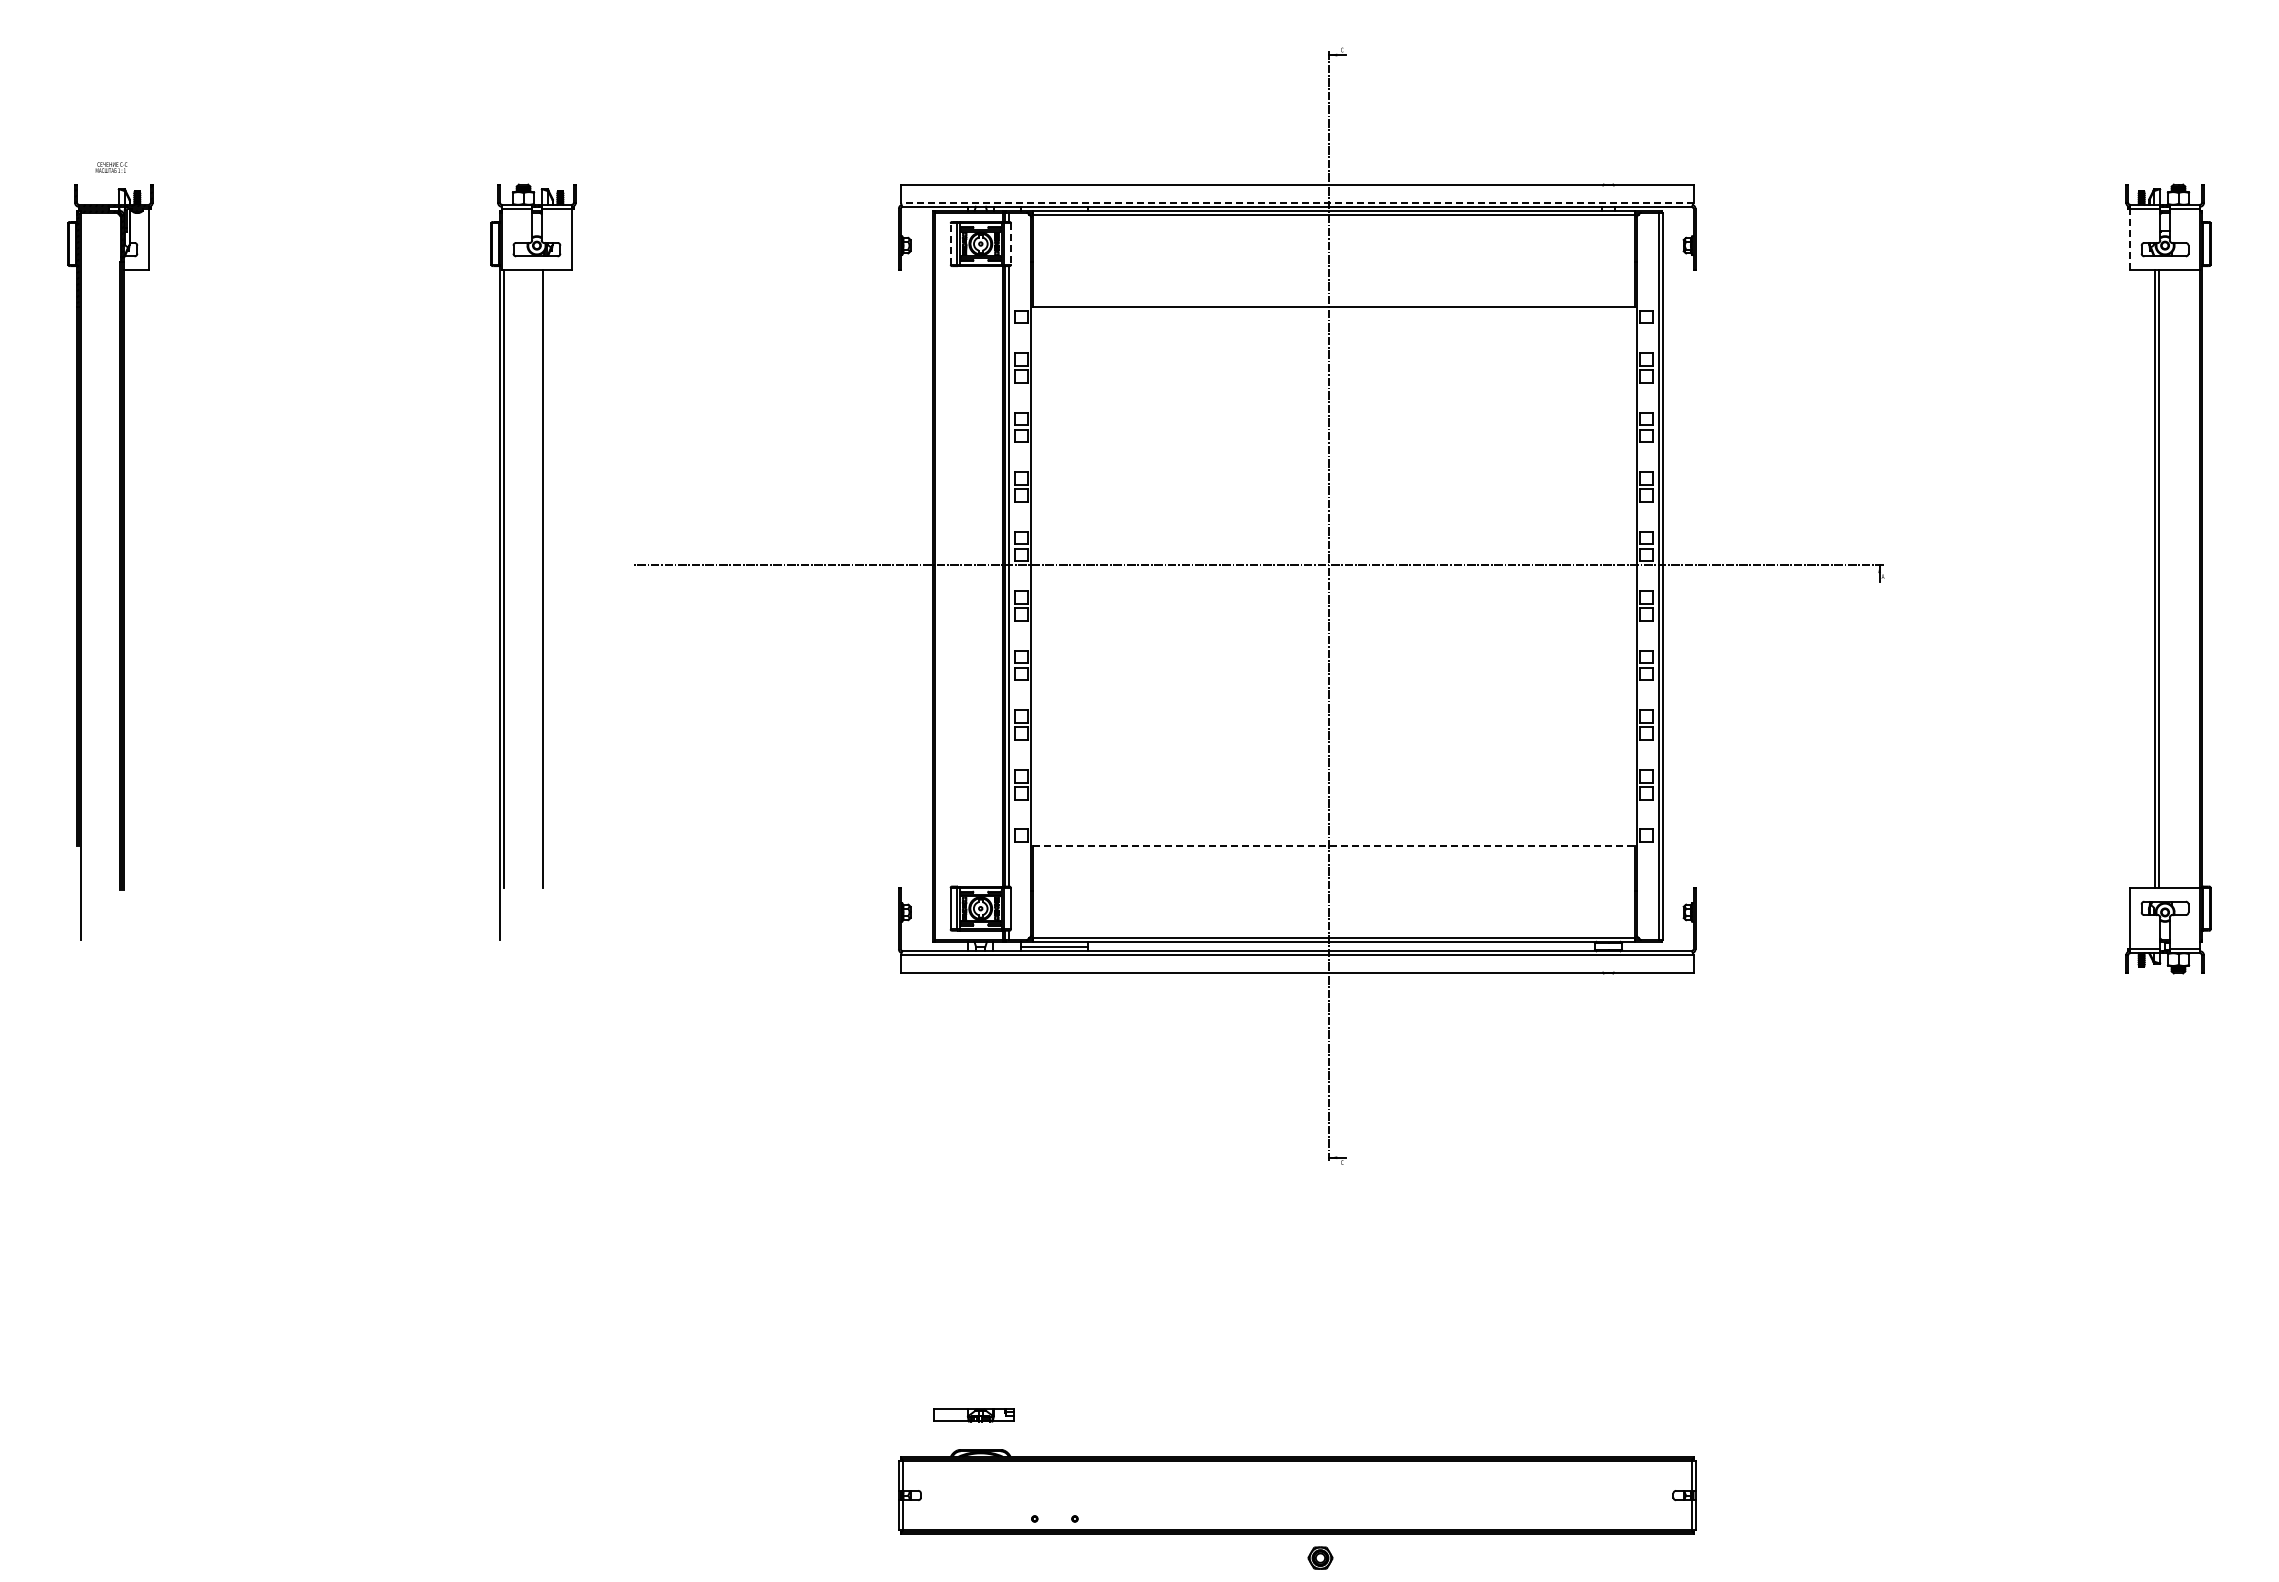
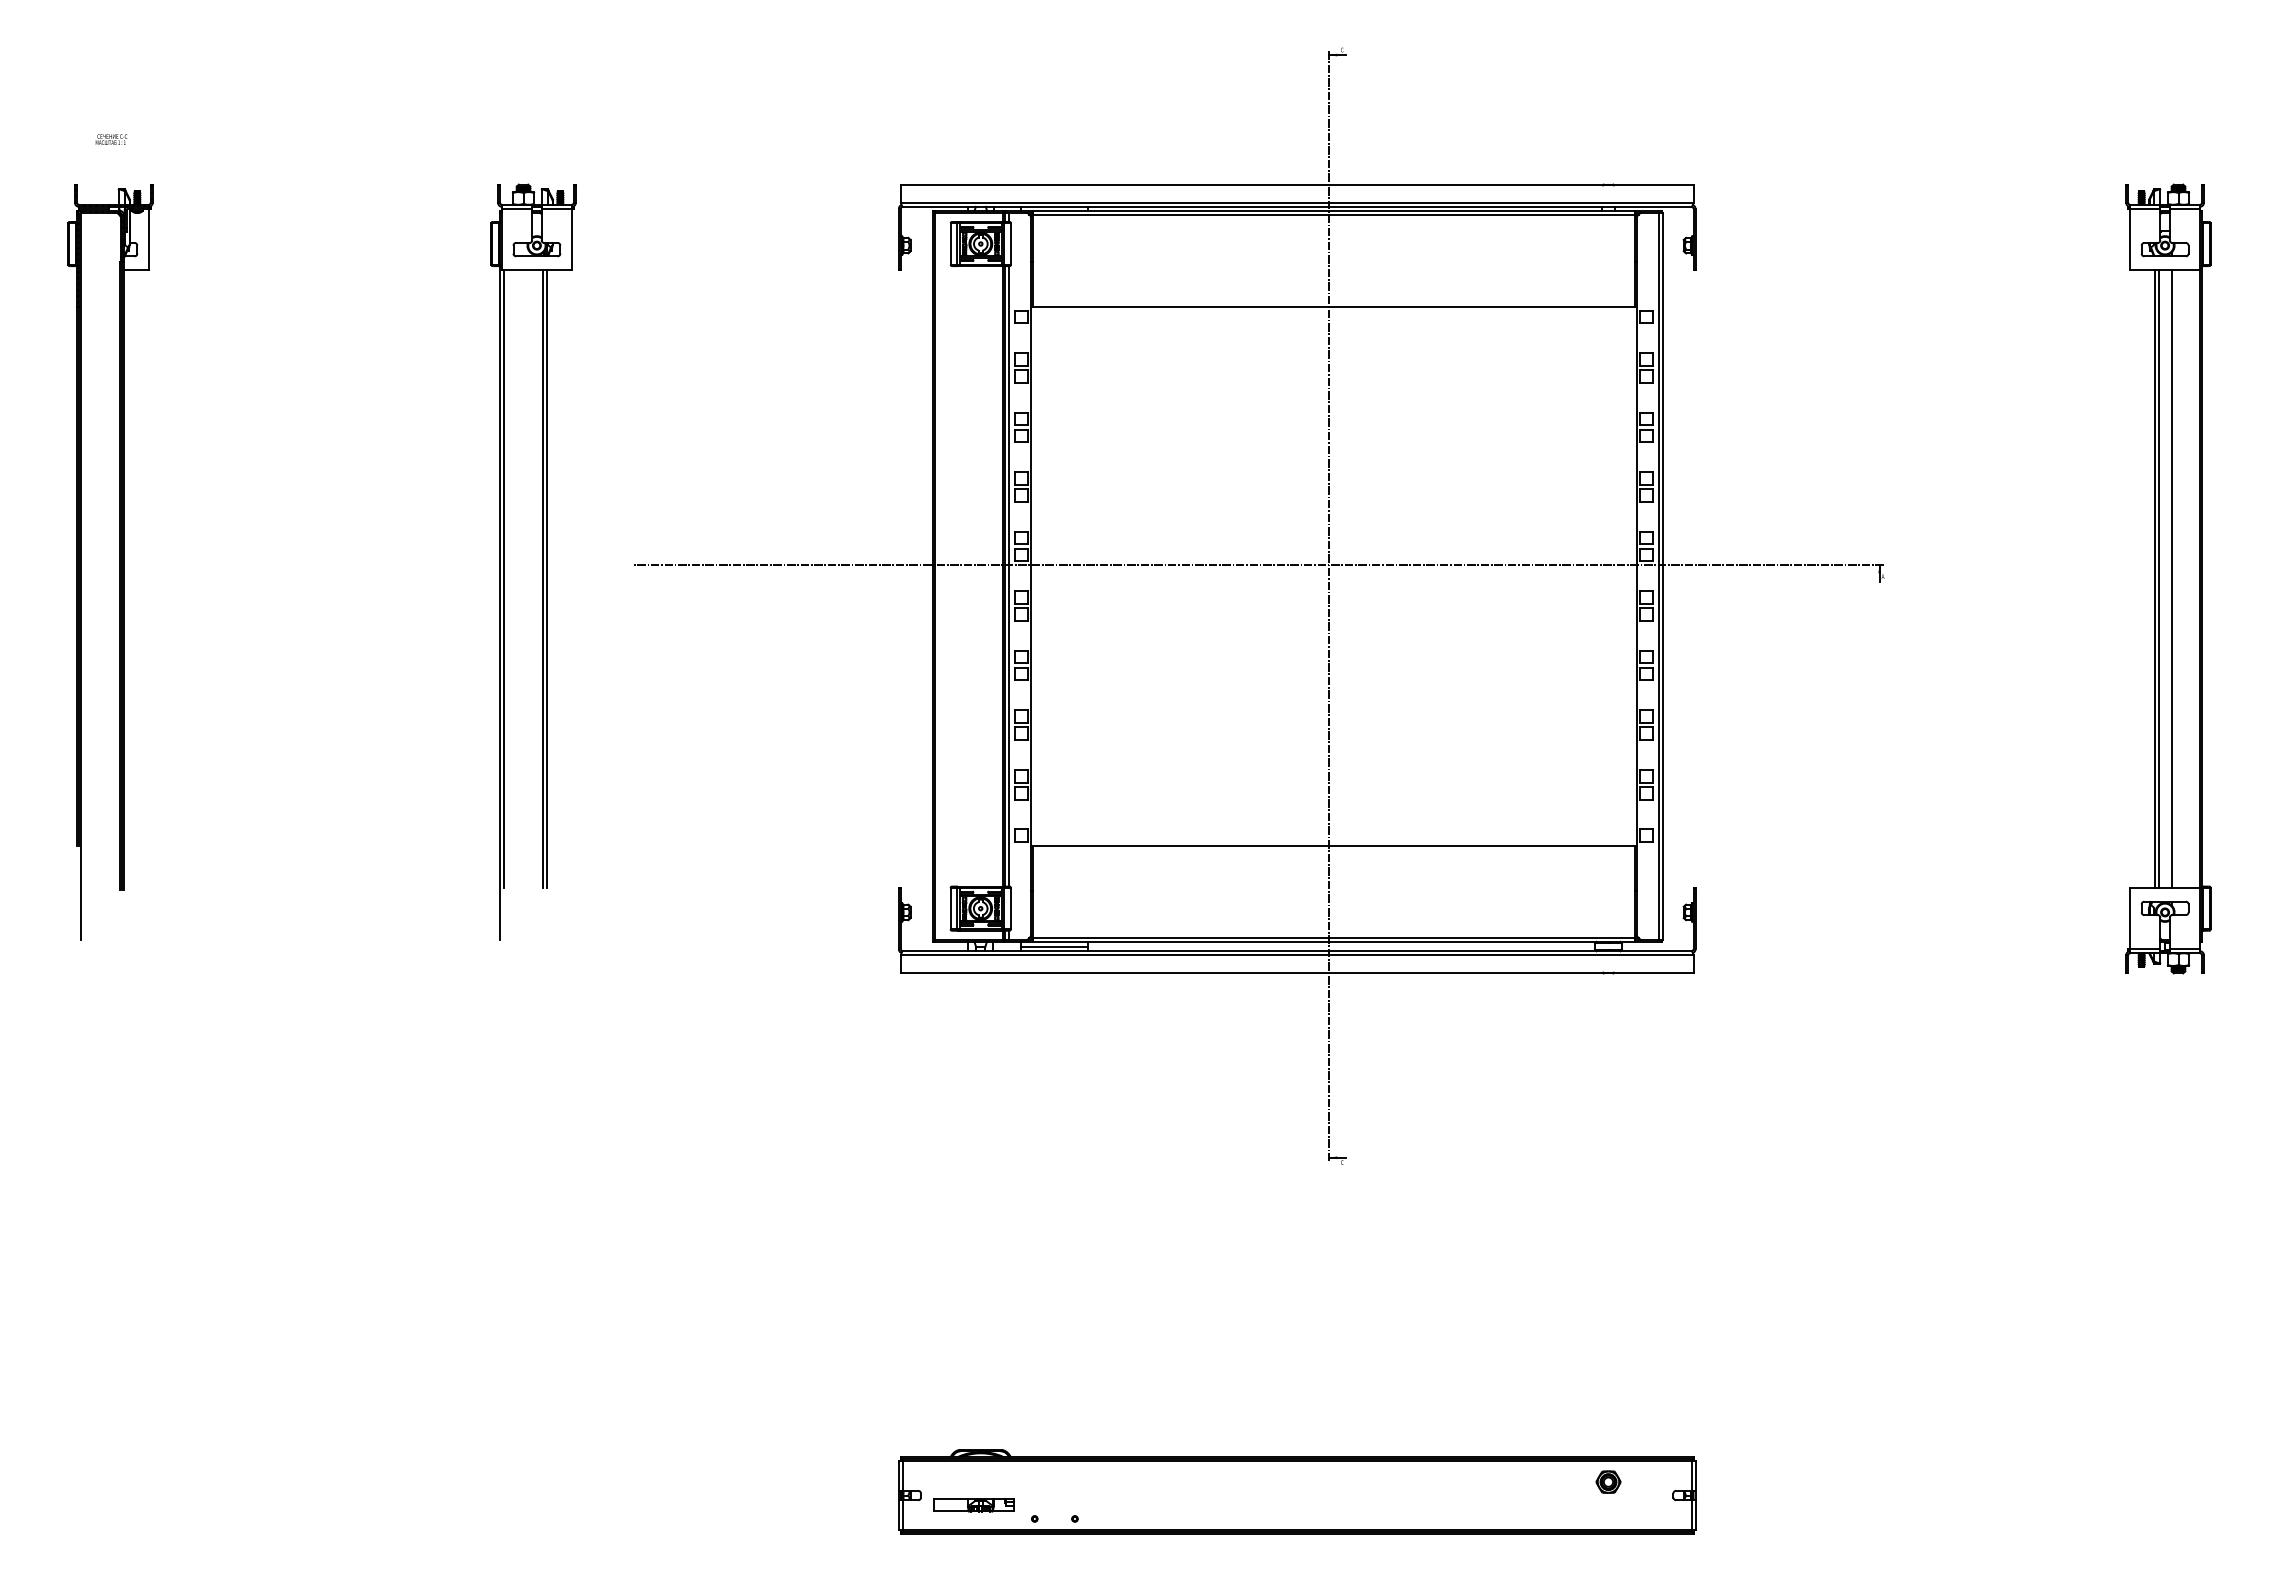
text at (111, 167) position: (111, 167) -> (111, 139)
line at (1296, 202): dashed -> solid
line at (2130, 239): dashed -> solid
line at (950, 244): dashed -> solid
line at (1010, 244): dashed -> solid
line at (546, 578): none -> present
line at (2171, 578): none -> present
line at (1334, 846): dashed -> solid
part at (973, 1415) position: (973, 1415) -> (973, 1505)
part at (1320, 1557) position: (1320, 1557) -> (1608, 1481)
